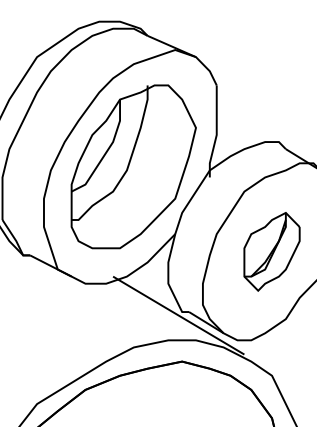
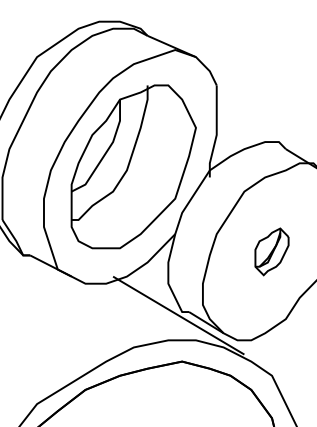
part at (271, 251) size: 58x80 px -> 36x50 px
